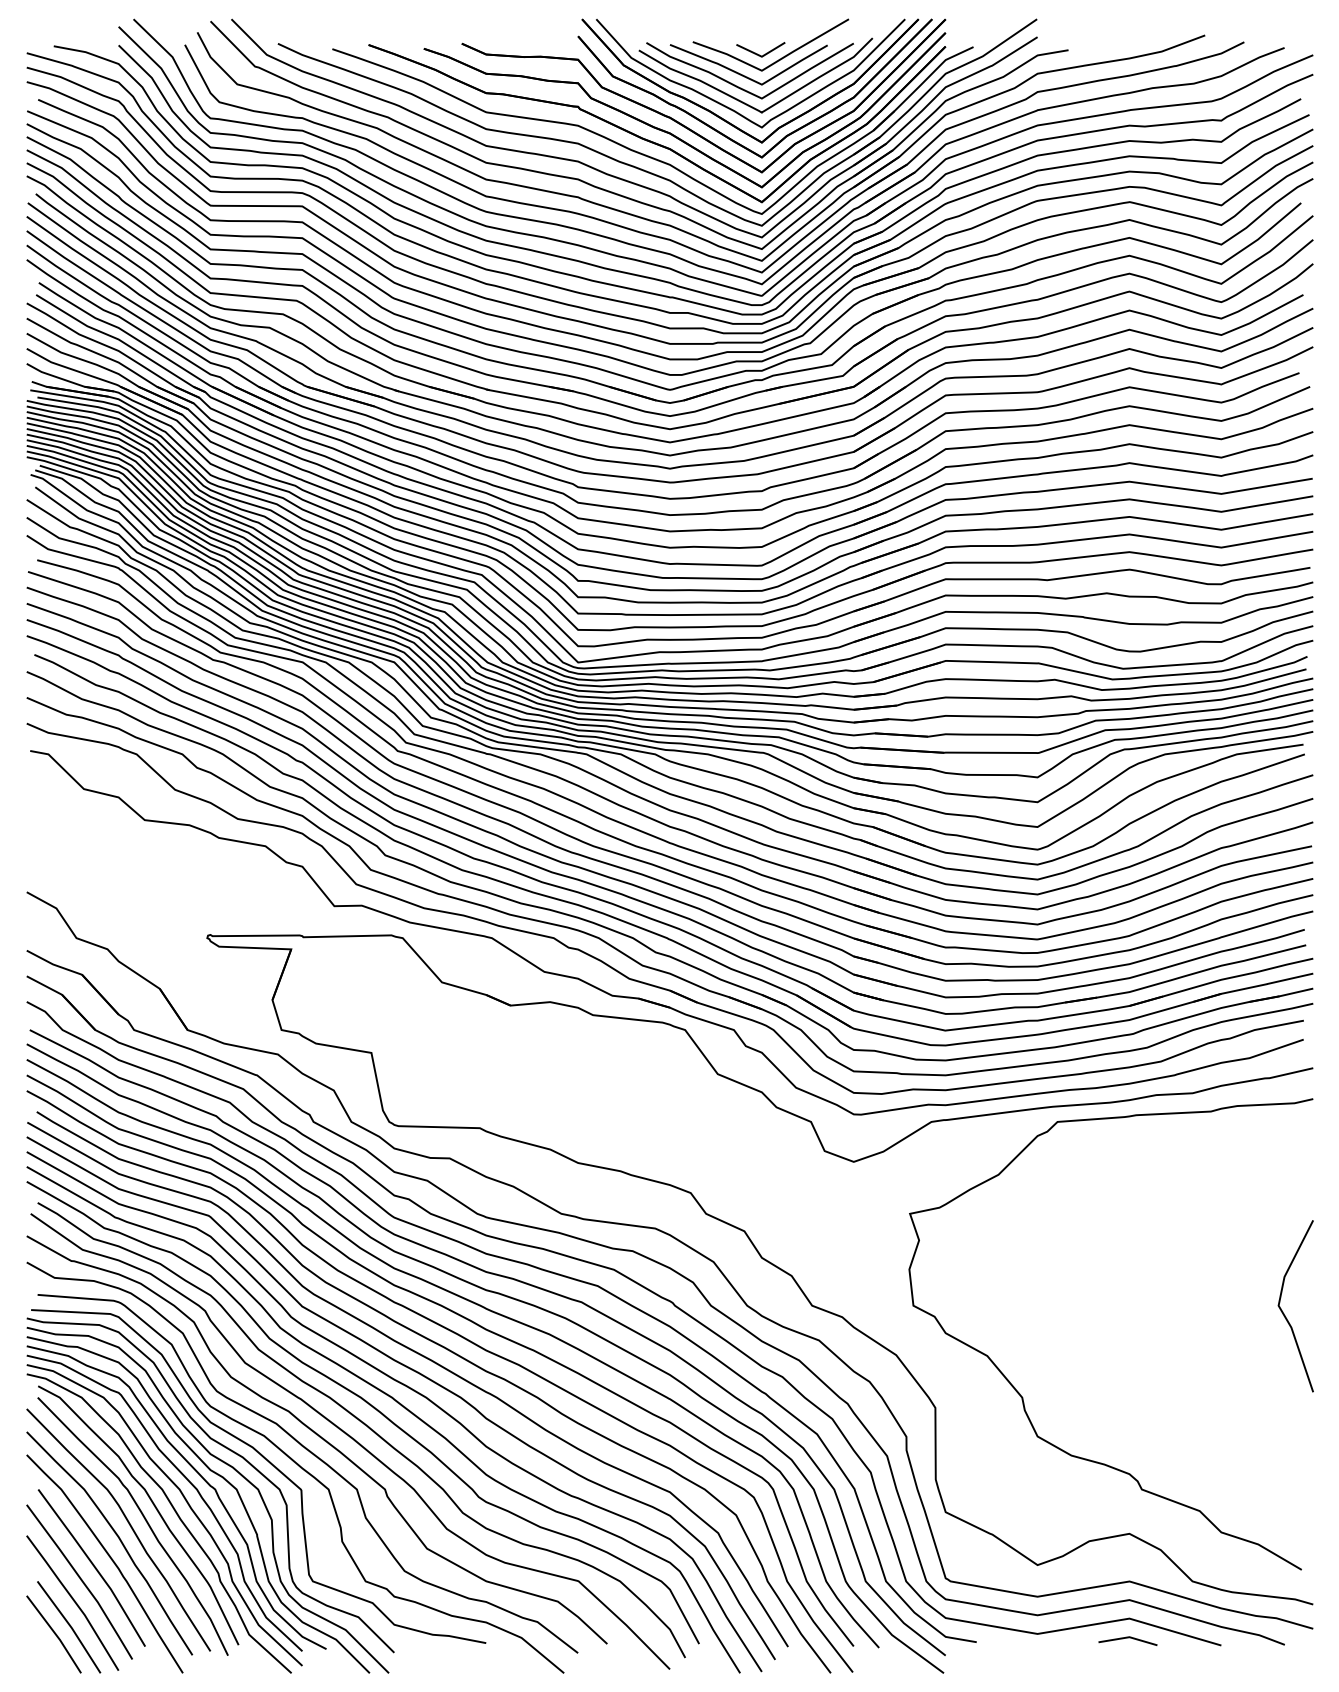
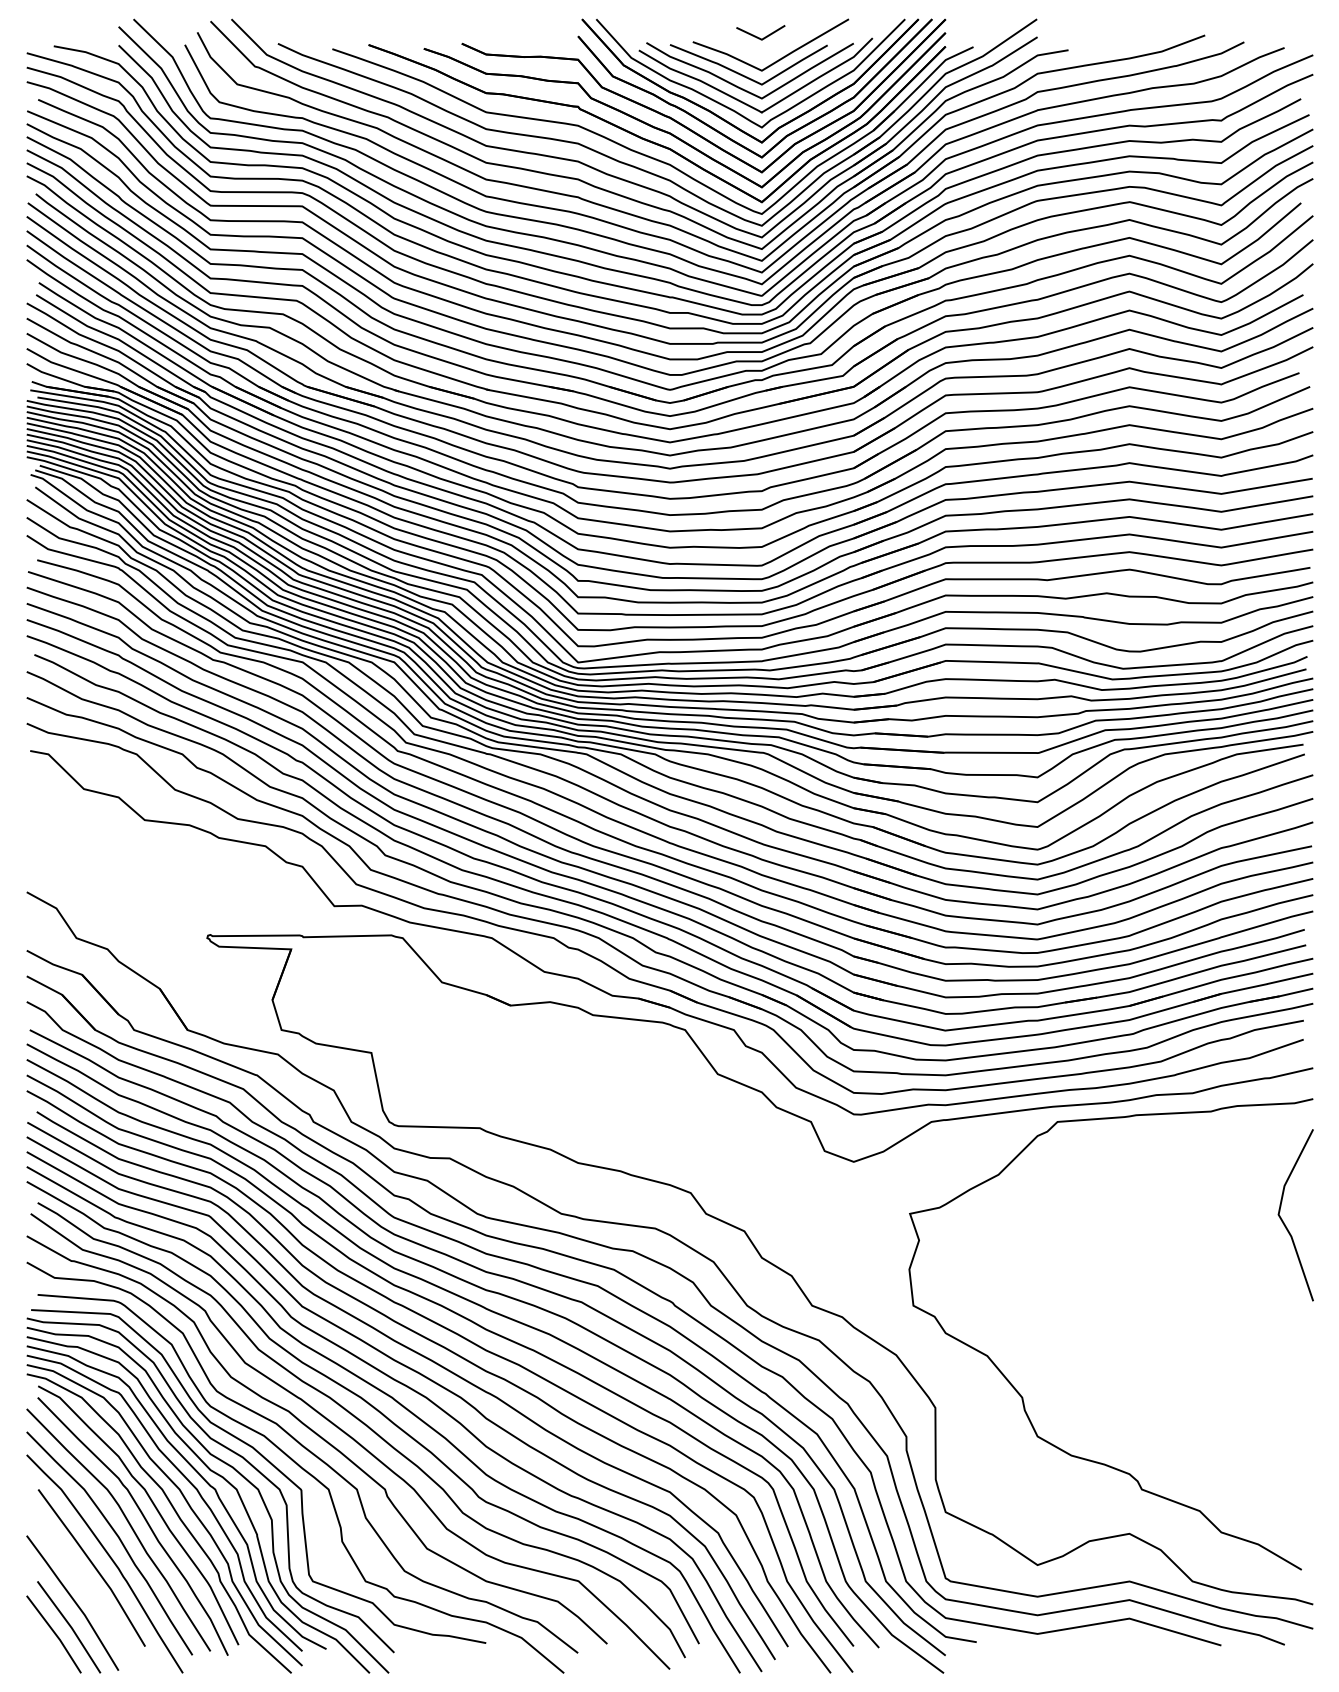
line at (757, 53) position: (757, 53) -> (757, 36)
line at (1283, 1311) position: (1283, 1311) -> (1283, 1220)
curve at (80, 1580): present -> none
line at (1127, 1638): present -> none
